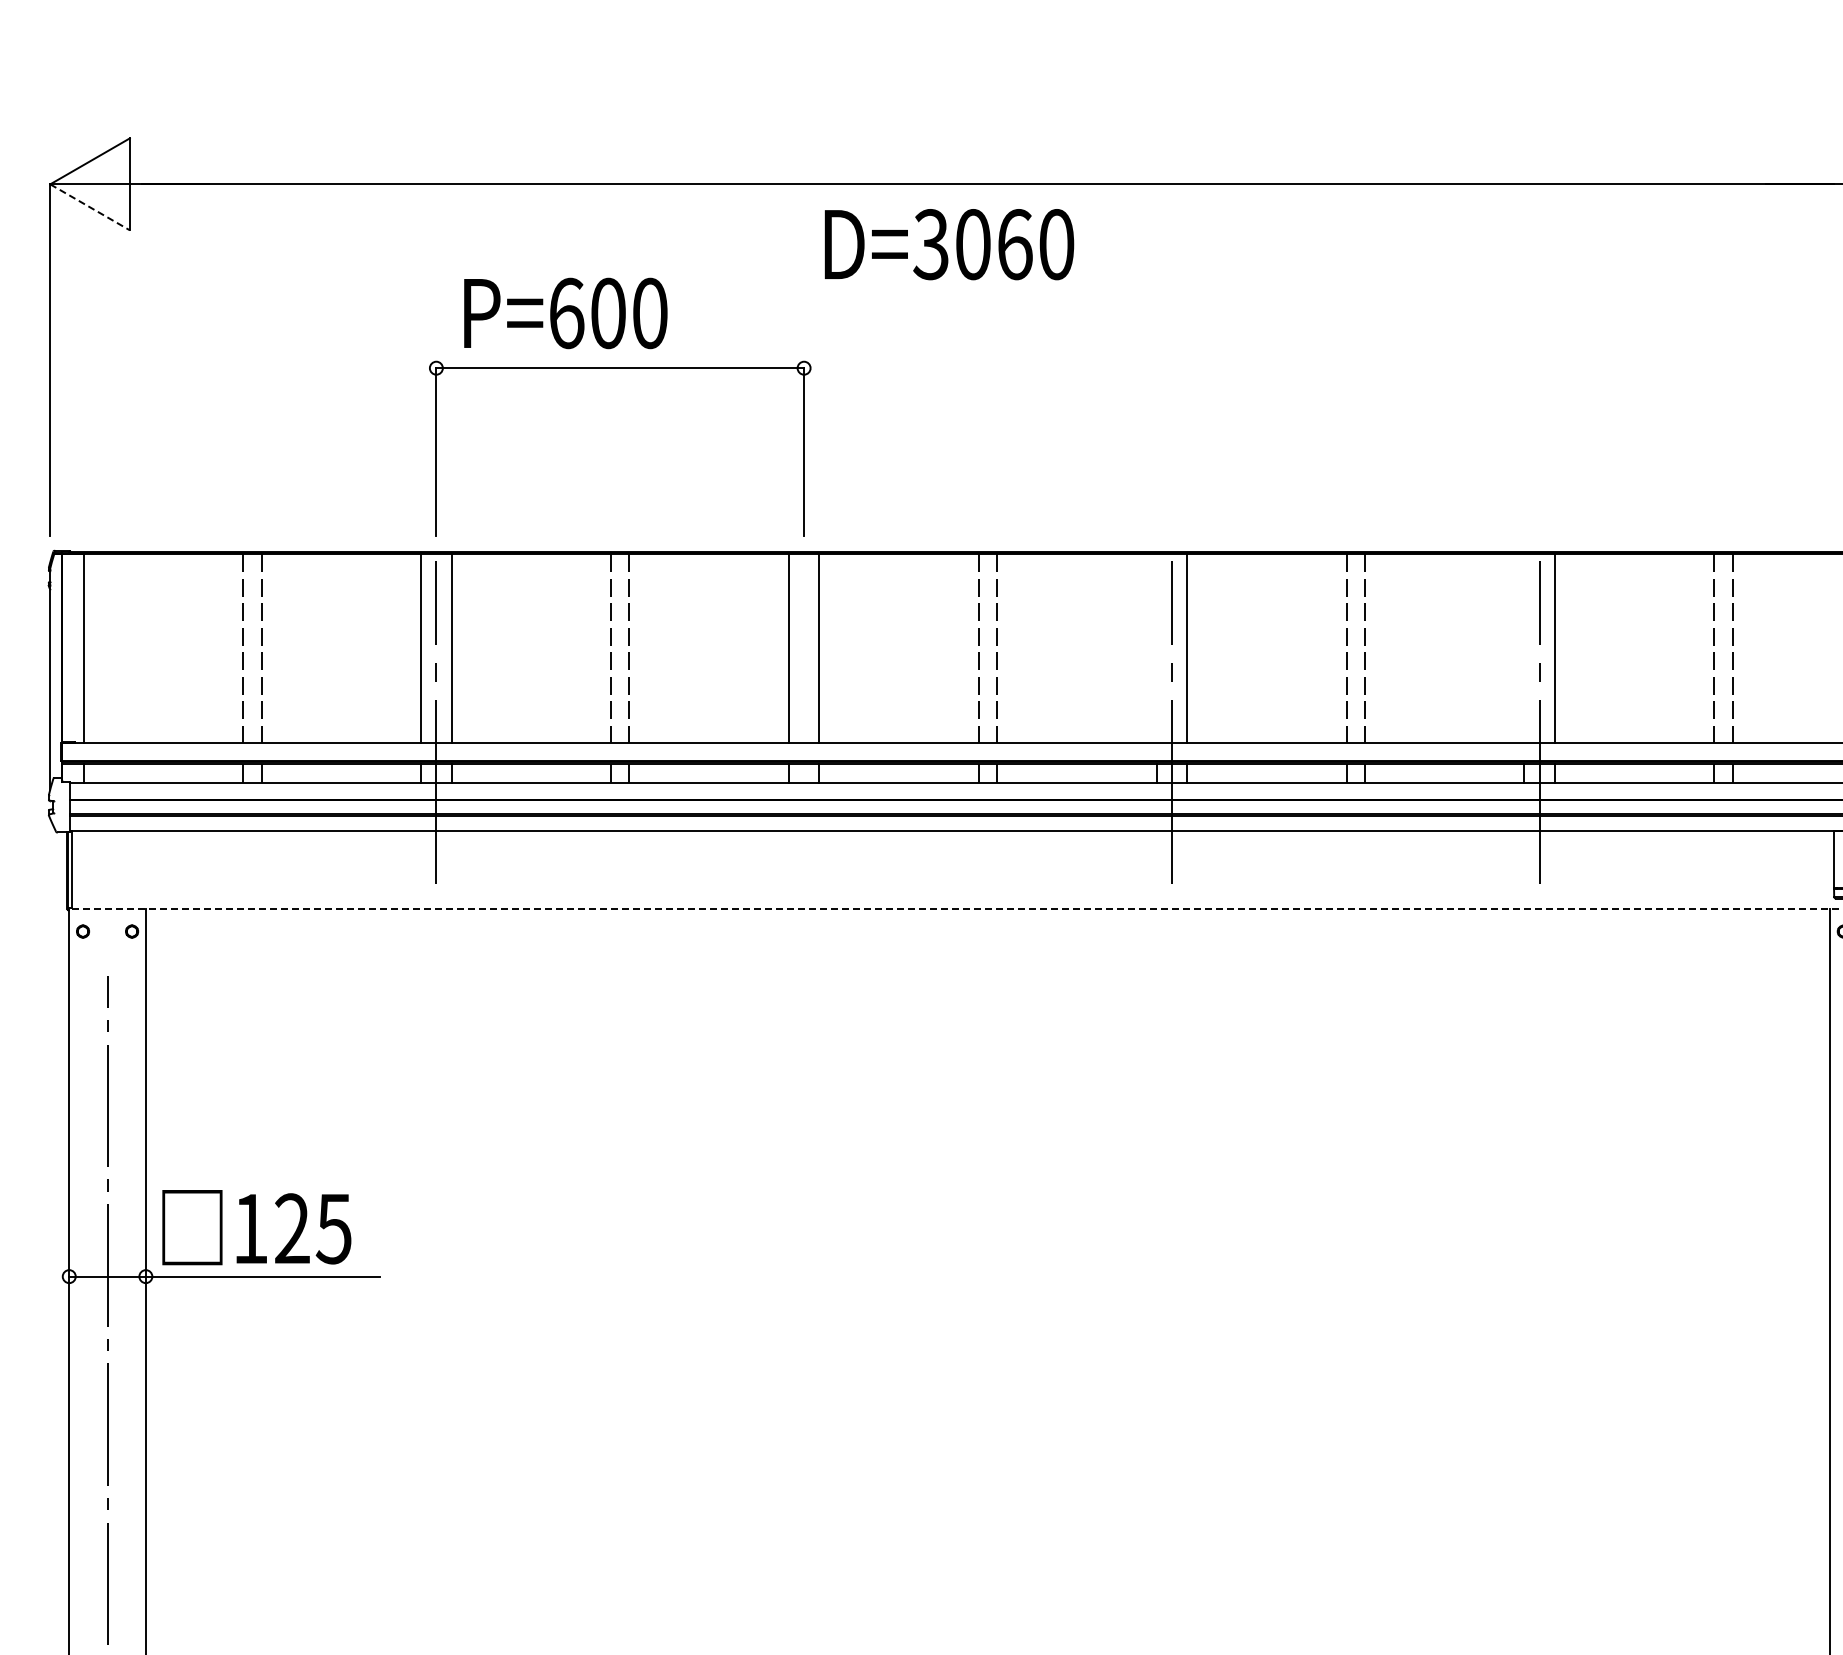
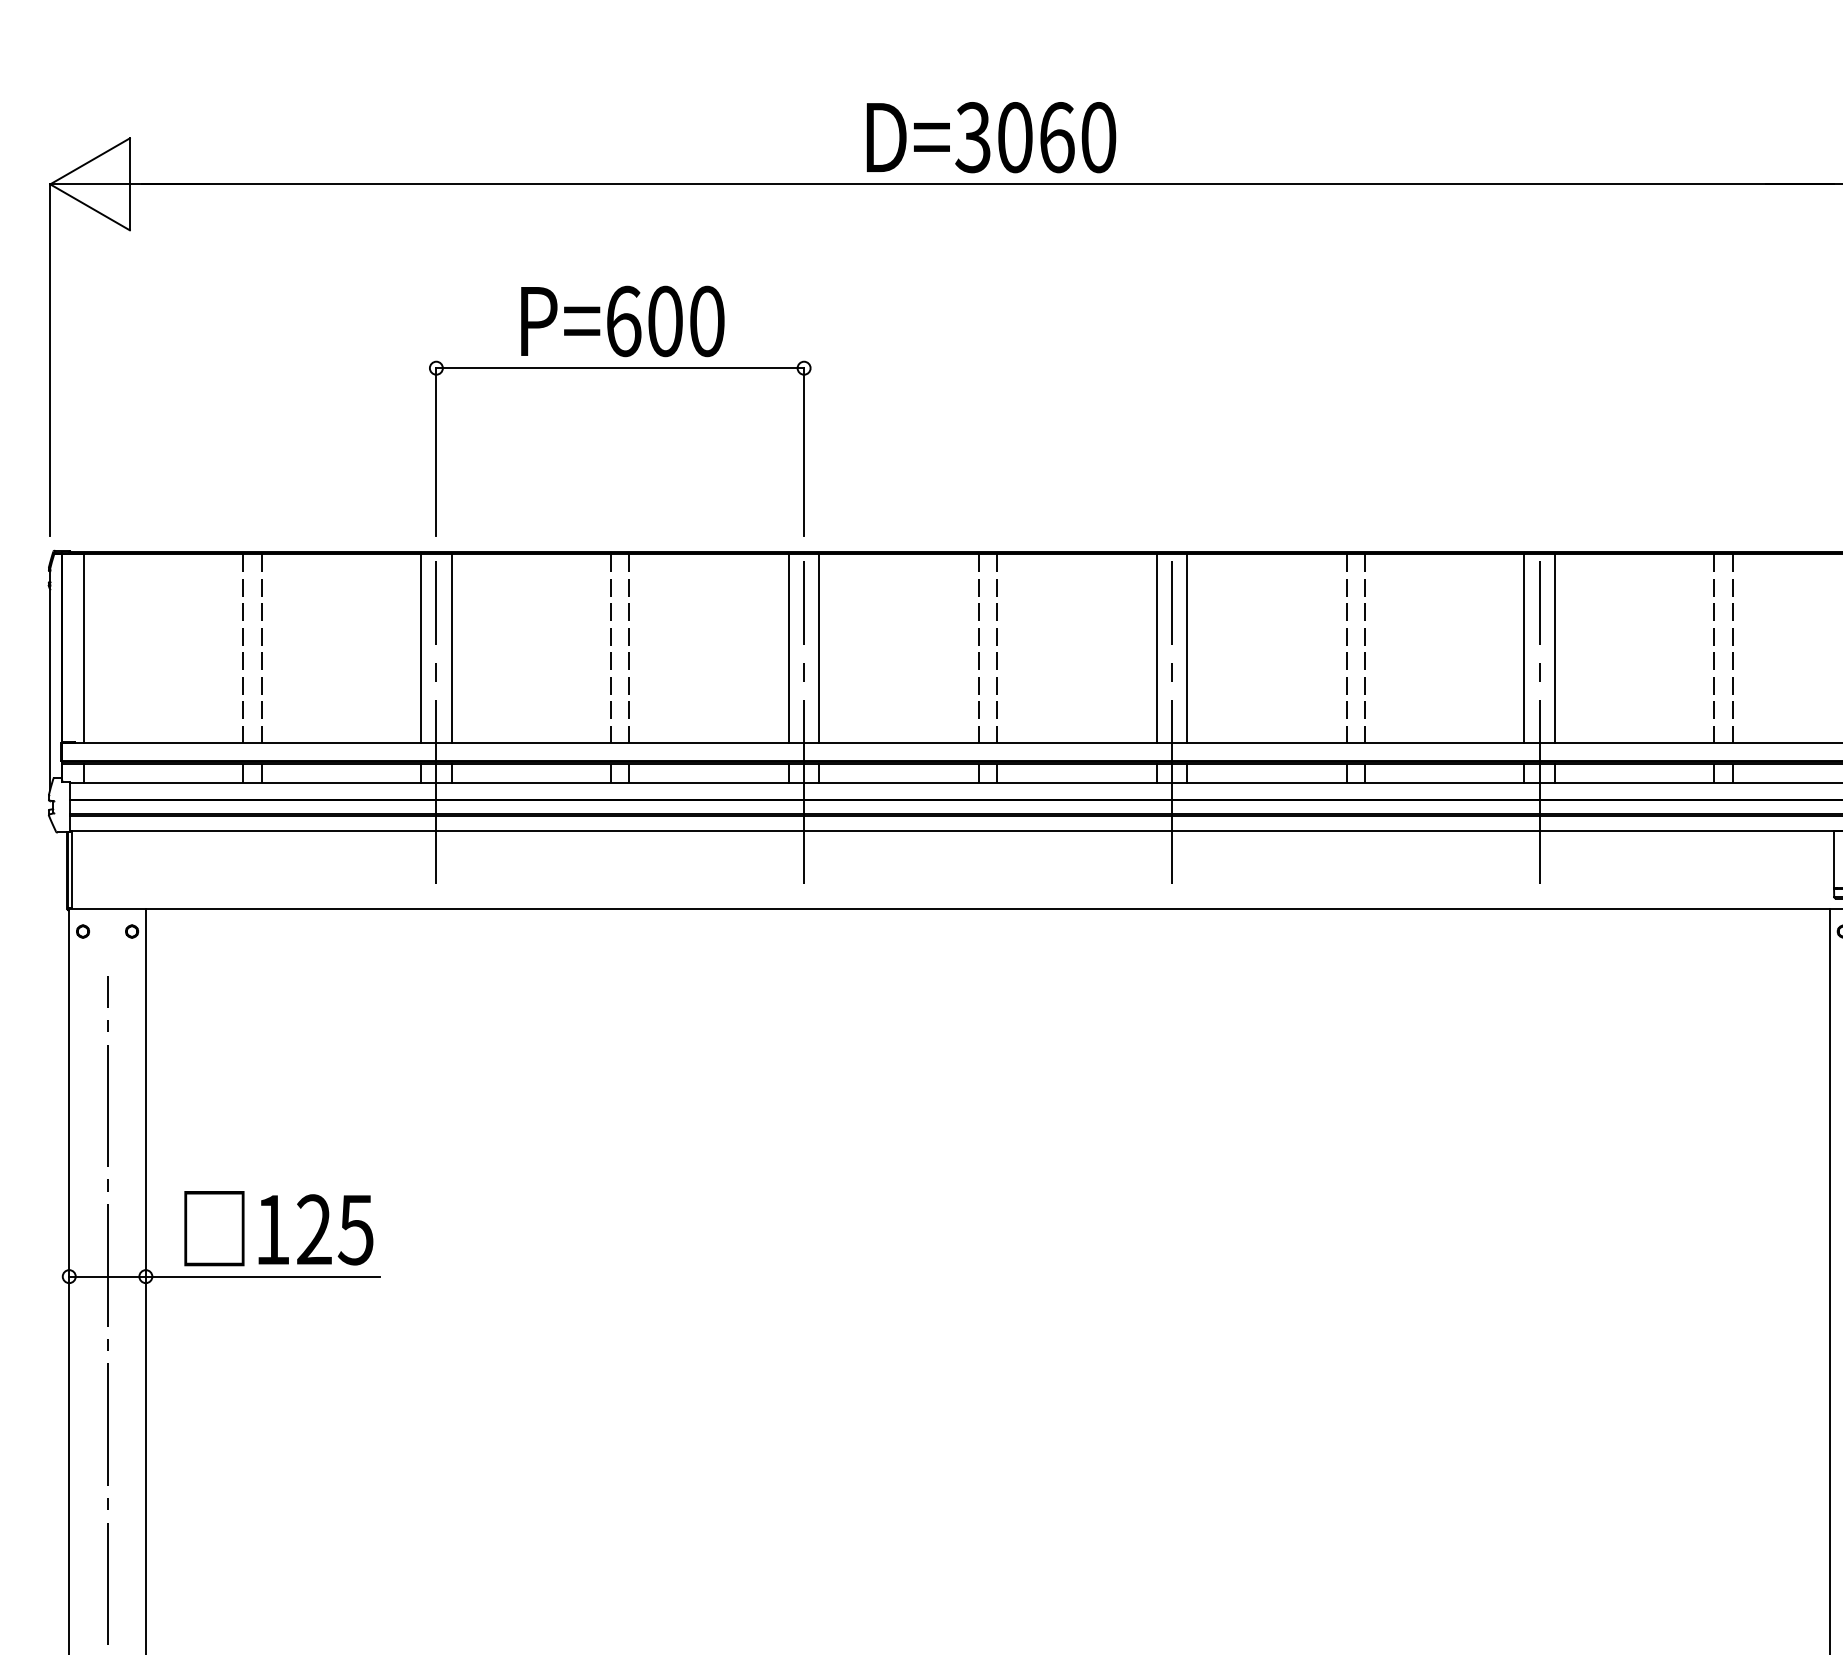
line at (90, 207): dashed -> solid
text at (949, 244) position: (949, 244) -> (991, 137)
text at (565, 313) position: (565, 313) -> (622, 321)
line at (1156, 648): none -> present
line at (1524, 648): none -> present
line at (804, 722): none -> present
line at (955, 908): dashed -> solid
text at (256, 1227) position: (256, 1227) -> (278, 1228)
